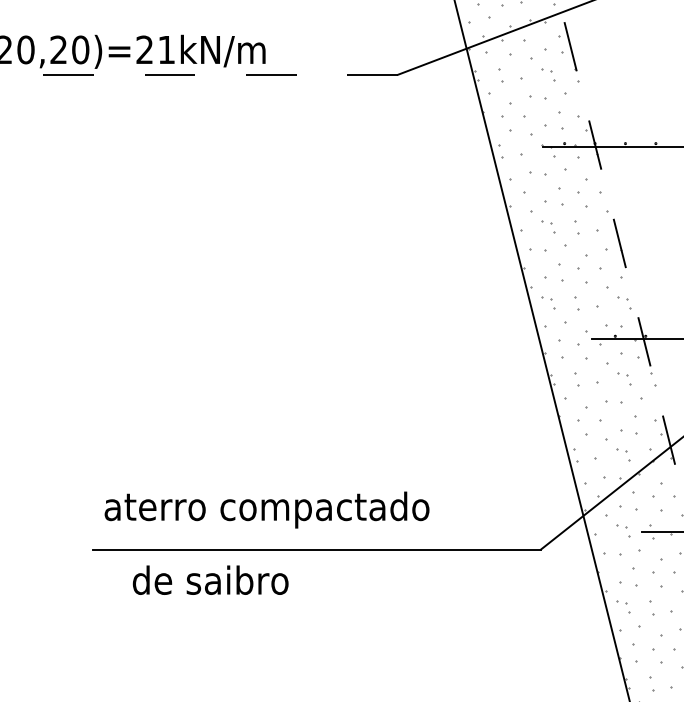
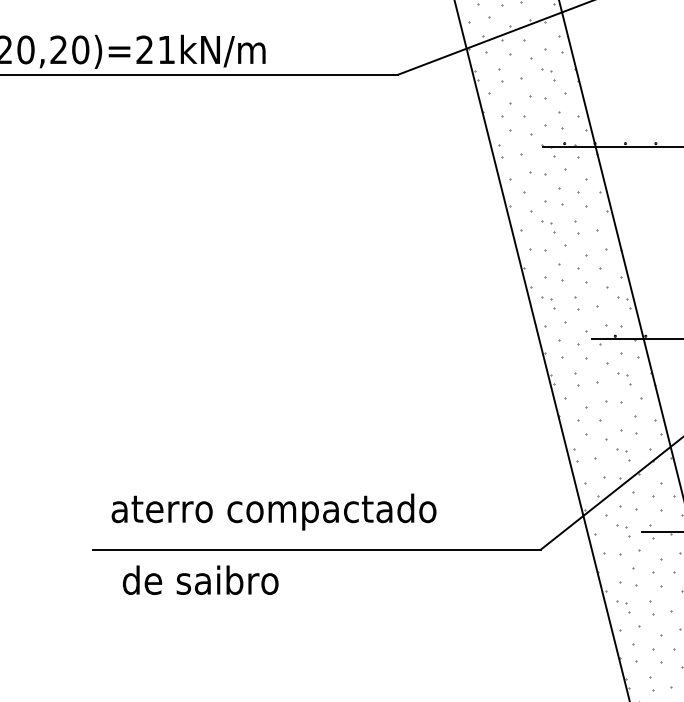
line at (199, 74): dashed -> solid
line at (621, 250): dashed -> solid
text at (266, 509) position: (266, 509) -> (273, 511)
text at (210, 579) position: (210, 579) -> (200, 579)
